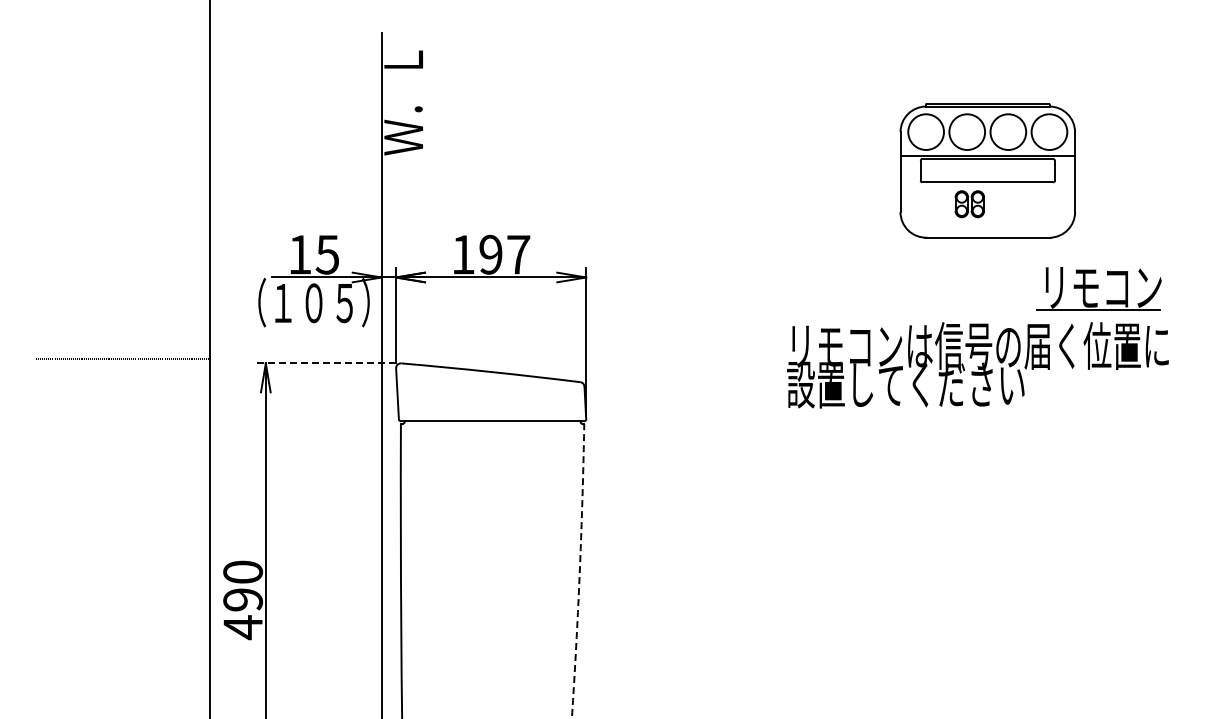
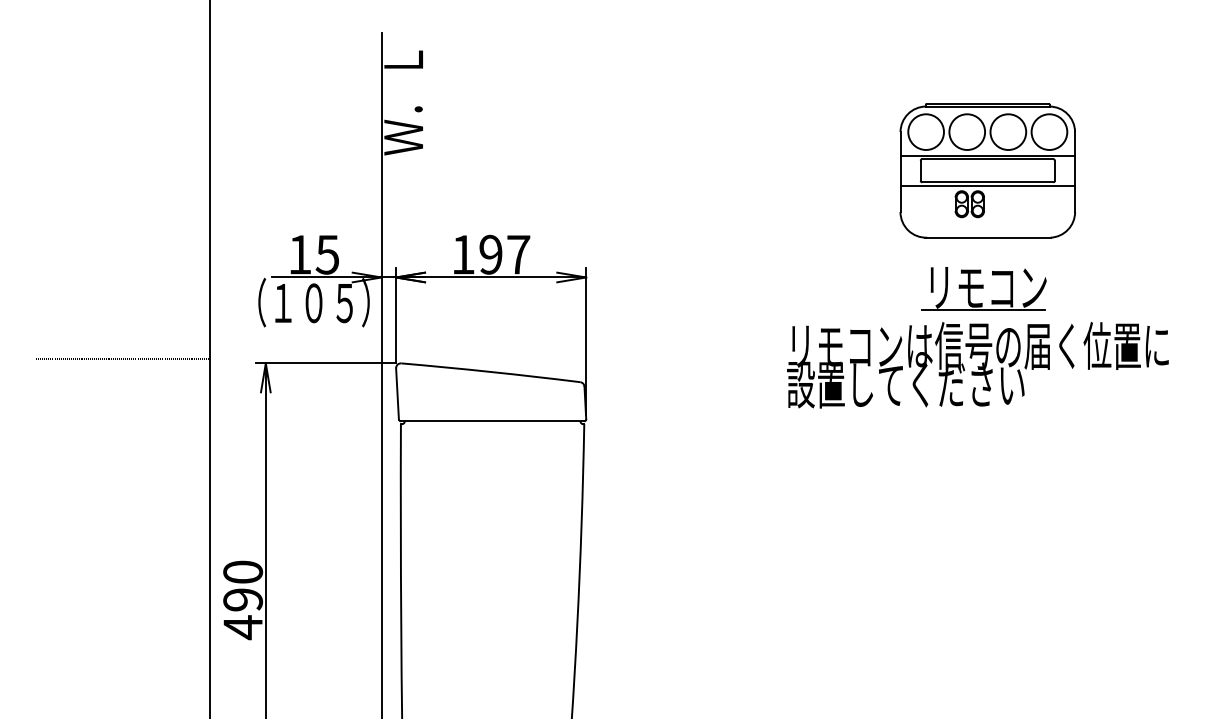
line at (987, 185): none -> present
part at (1098, 288) position: (1098, 288) -> (983, 288)
line at (326, 363): dashed -> solid
arc at (579, 571): dashed -> solid
